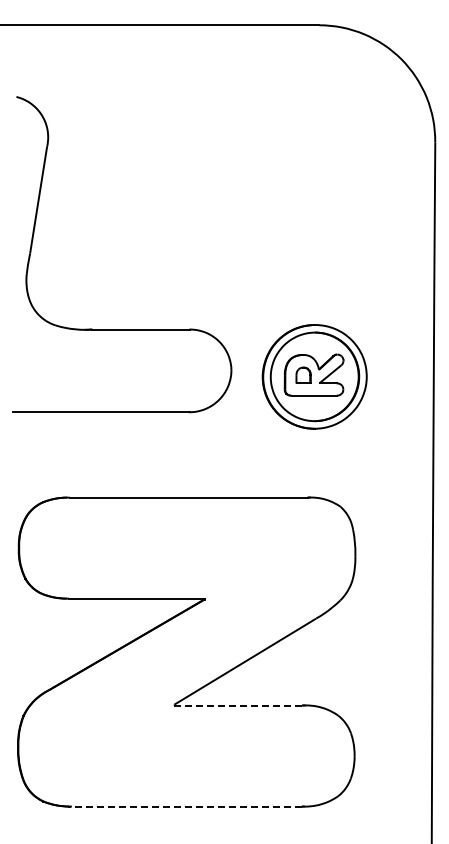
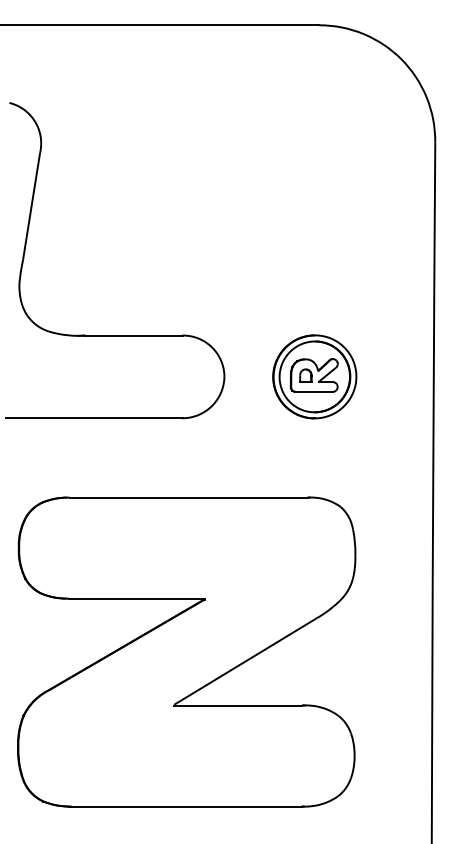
part at (122, 329) position: (122, 329) -> (115, 335)
part at (314, 376) size: 107x106 px -> 86x86 px
line at (238, 705): dashed -> solid
line at (186, 806): dashed -> solid
